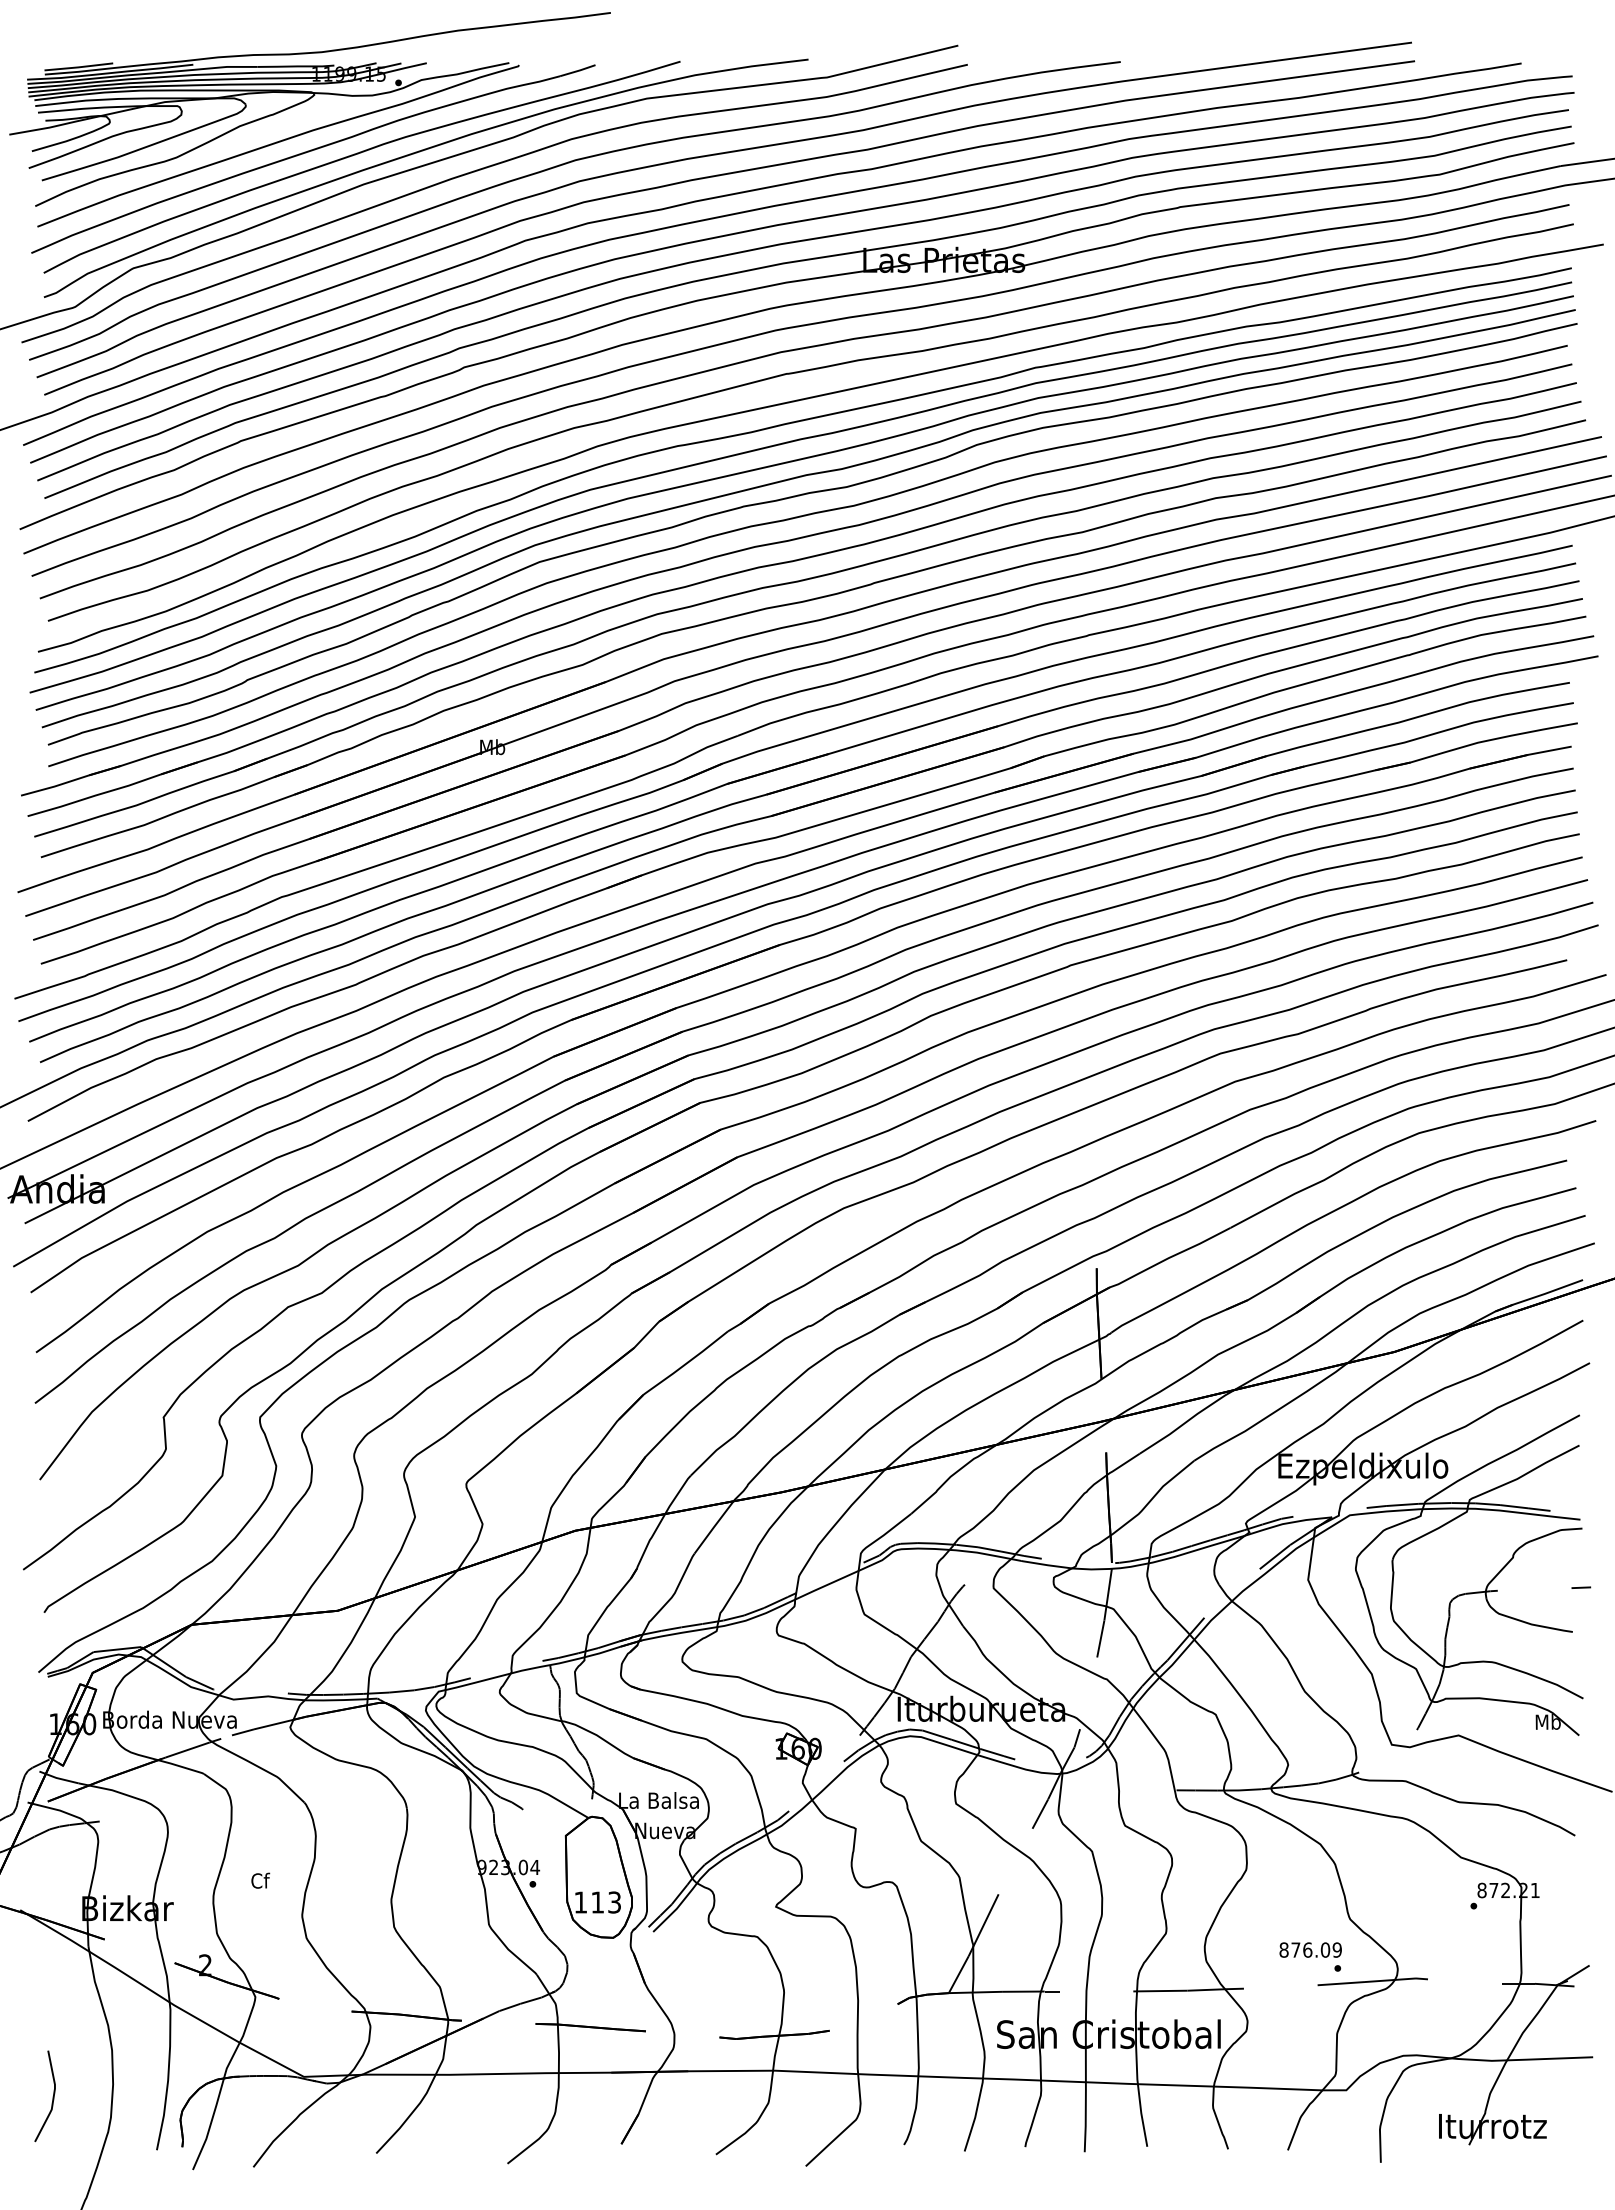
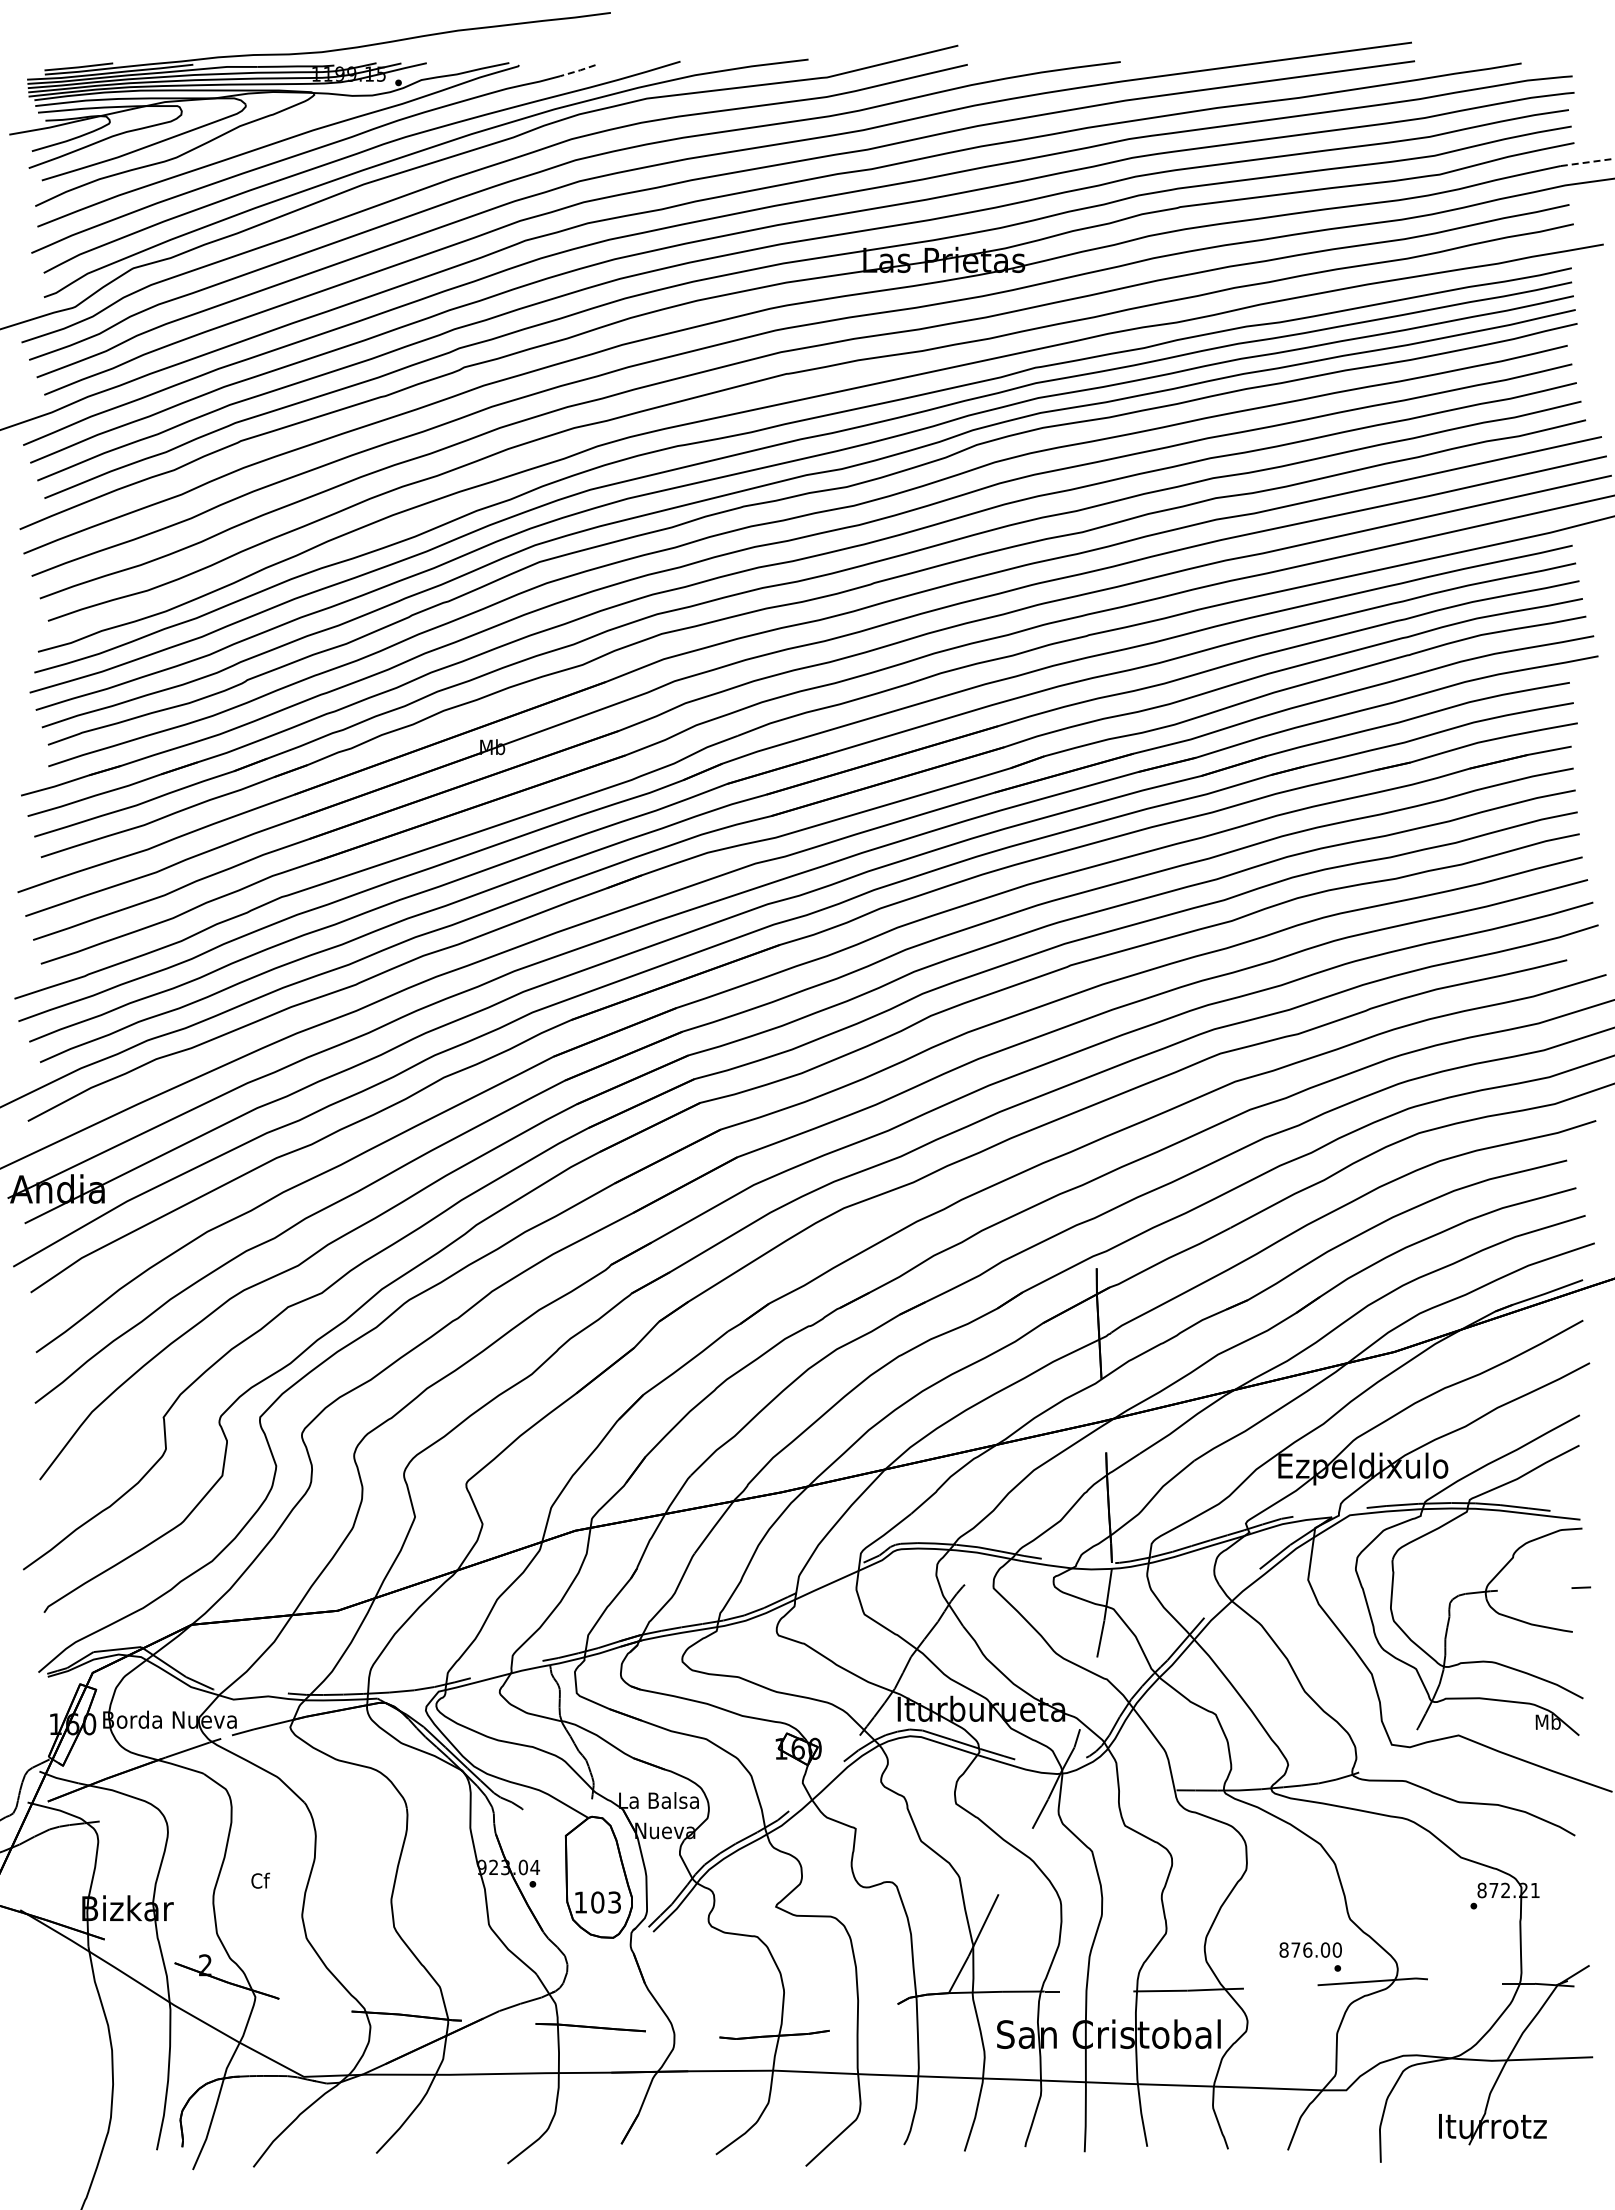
line at (577, 71): solid -> dashed
line at (1587, 162): solid -> dashed
text at (597, 1902): 113 -> 103
text at (1336, 1949): 876.09 -> 876.00
curve at (52, 2096): present -> none
